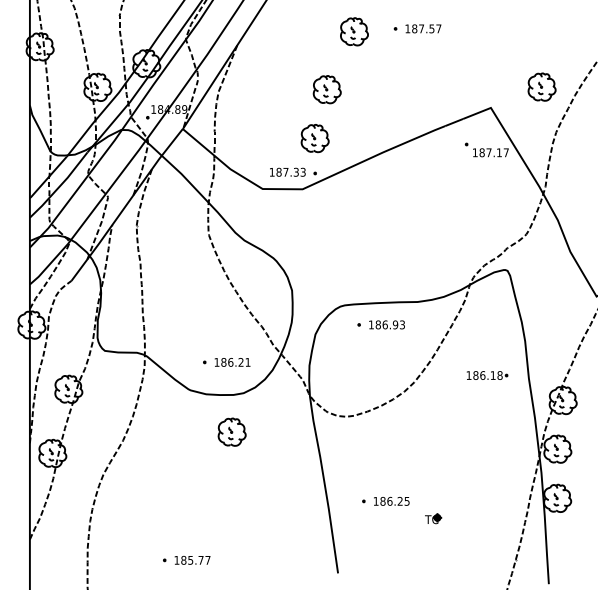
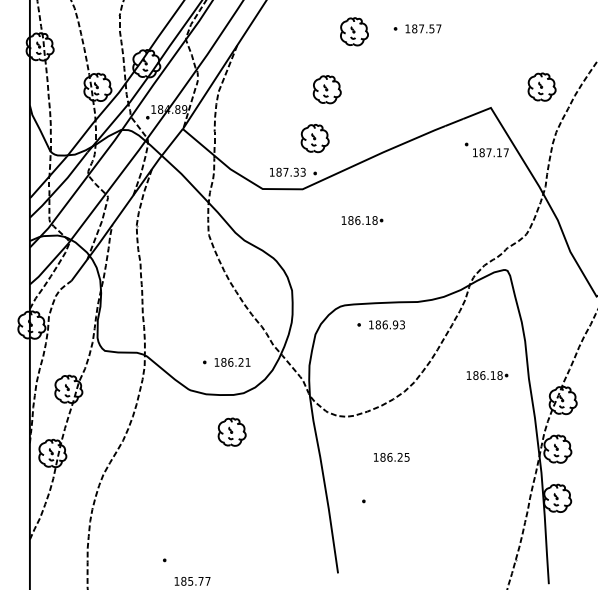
part at (362, 220): none -> present
text at (391, 500) position: (391, 500) -> (391, 456)
part at (433, 518): present -> none
text at (192, 559) position: (192, 559) -> (192, 580)
